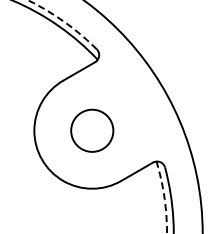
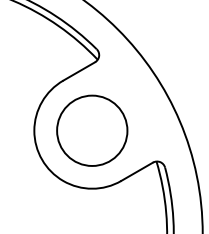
arc at (64, 22): dashed -> solid
circle at (92, 130) diameter: 42 px -> 70 px
arc at (164, 196): dashed -> solid
